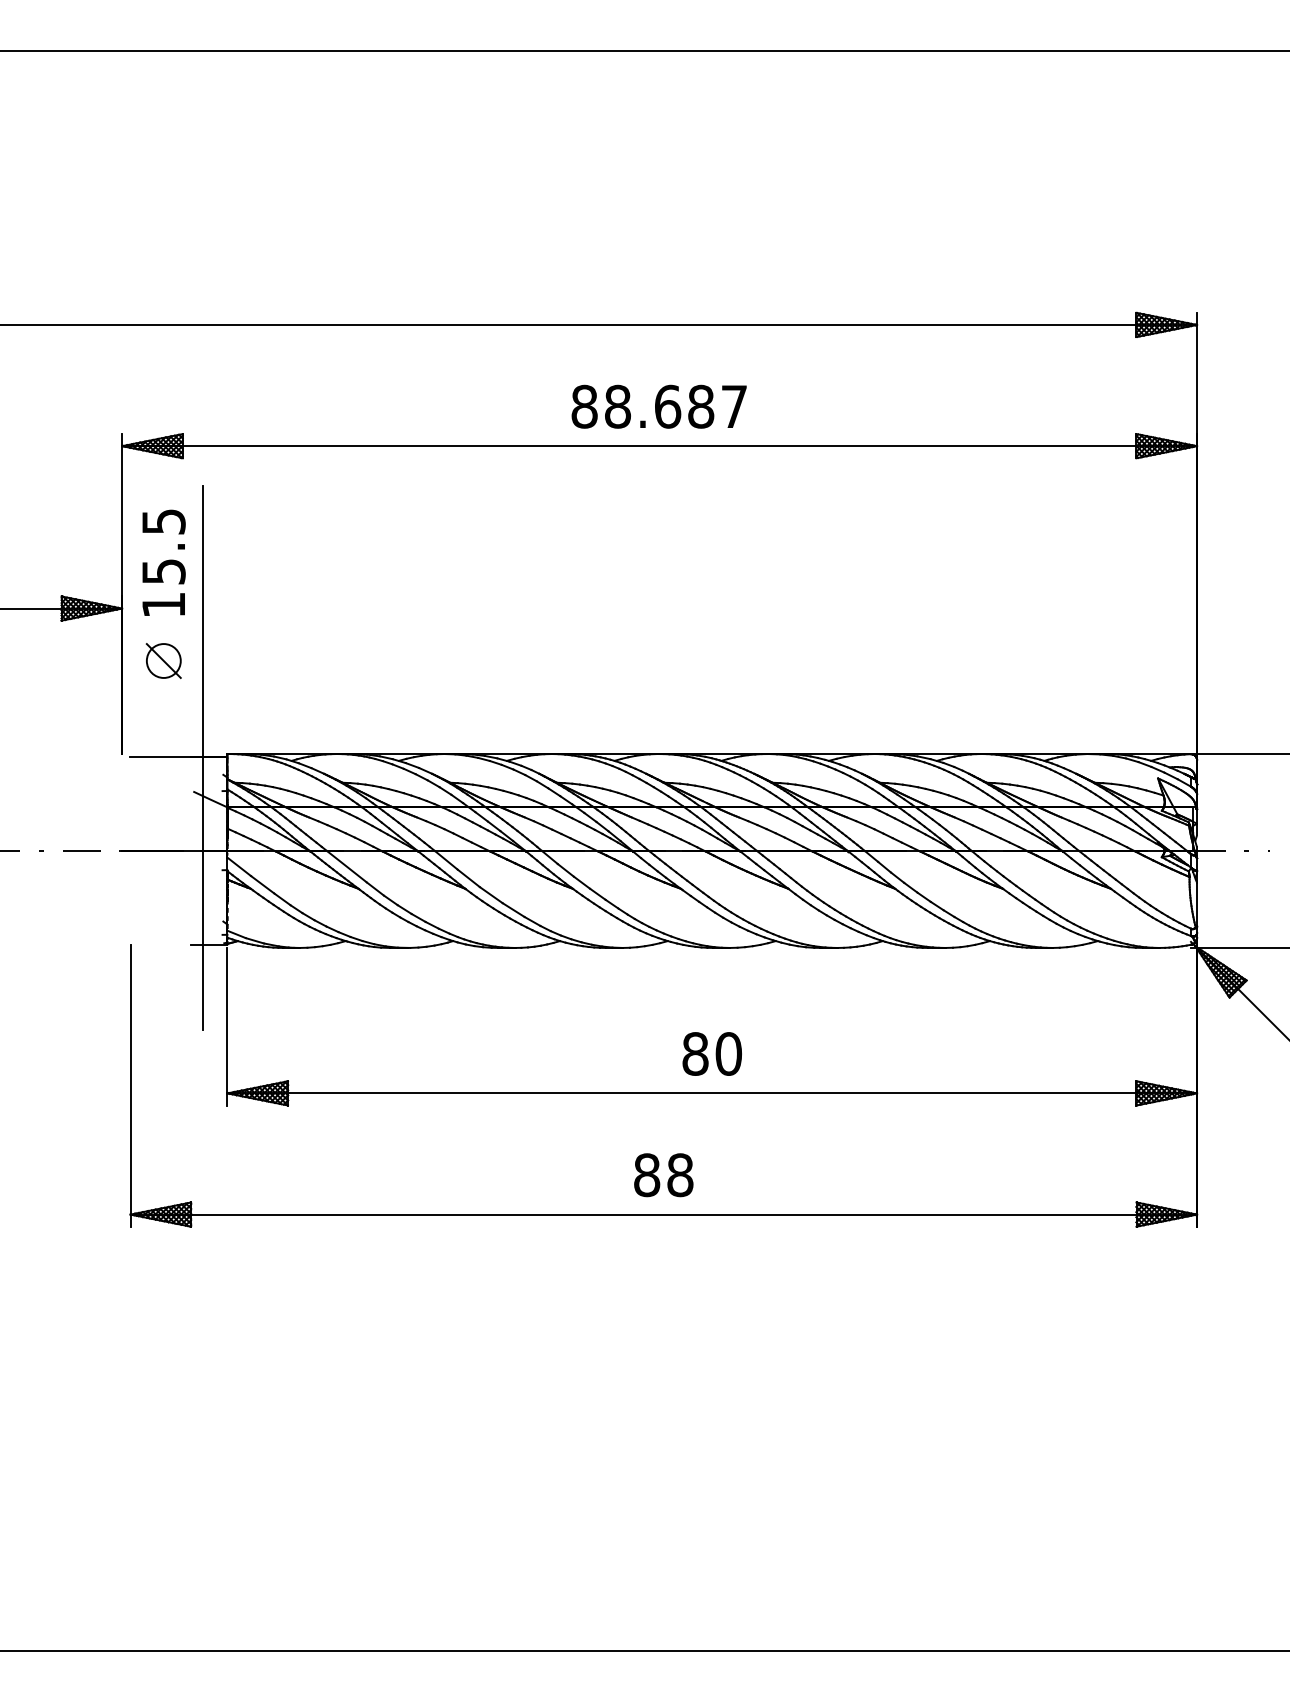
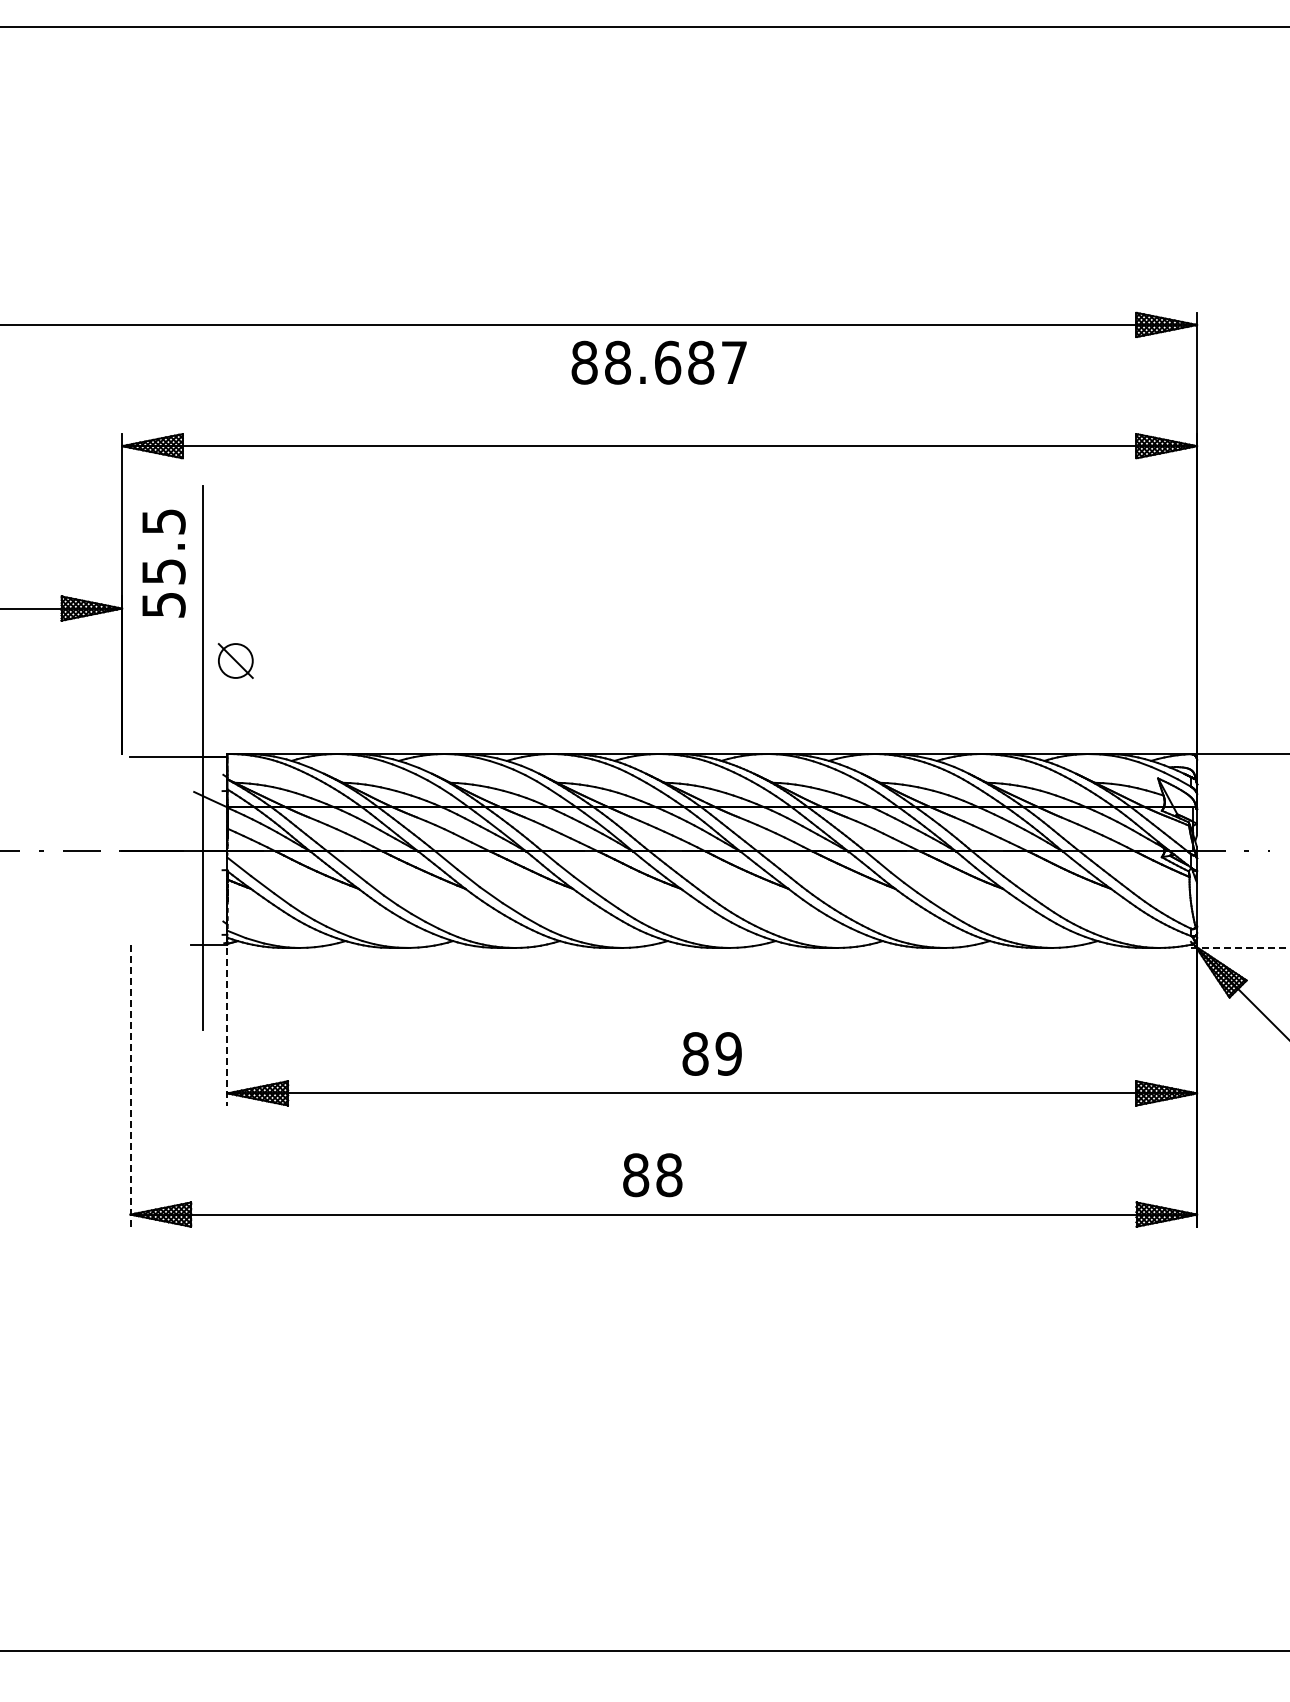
line at (644, 51) position: (644, 51) -> (644, 27)
text at (658, 406) position: (658, 406) -> (658, 362)
text at (163, 605): 15.5 -> 55.5
part at (163, 660) position: (163, 660) -> (235, 660)
line at (1240, 947): solid -> dashed
line at (227, 1026): solid -> dashed
text at (728, 1053): 80 -> 89
line at (130, 1085): solid -> dashed
text at (663, 1175) position: (663, 1175) -> (652, 1175)
